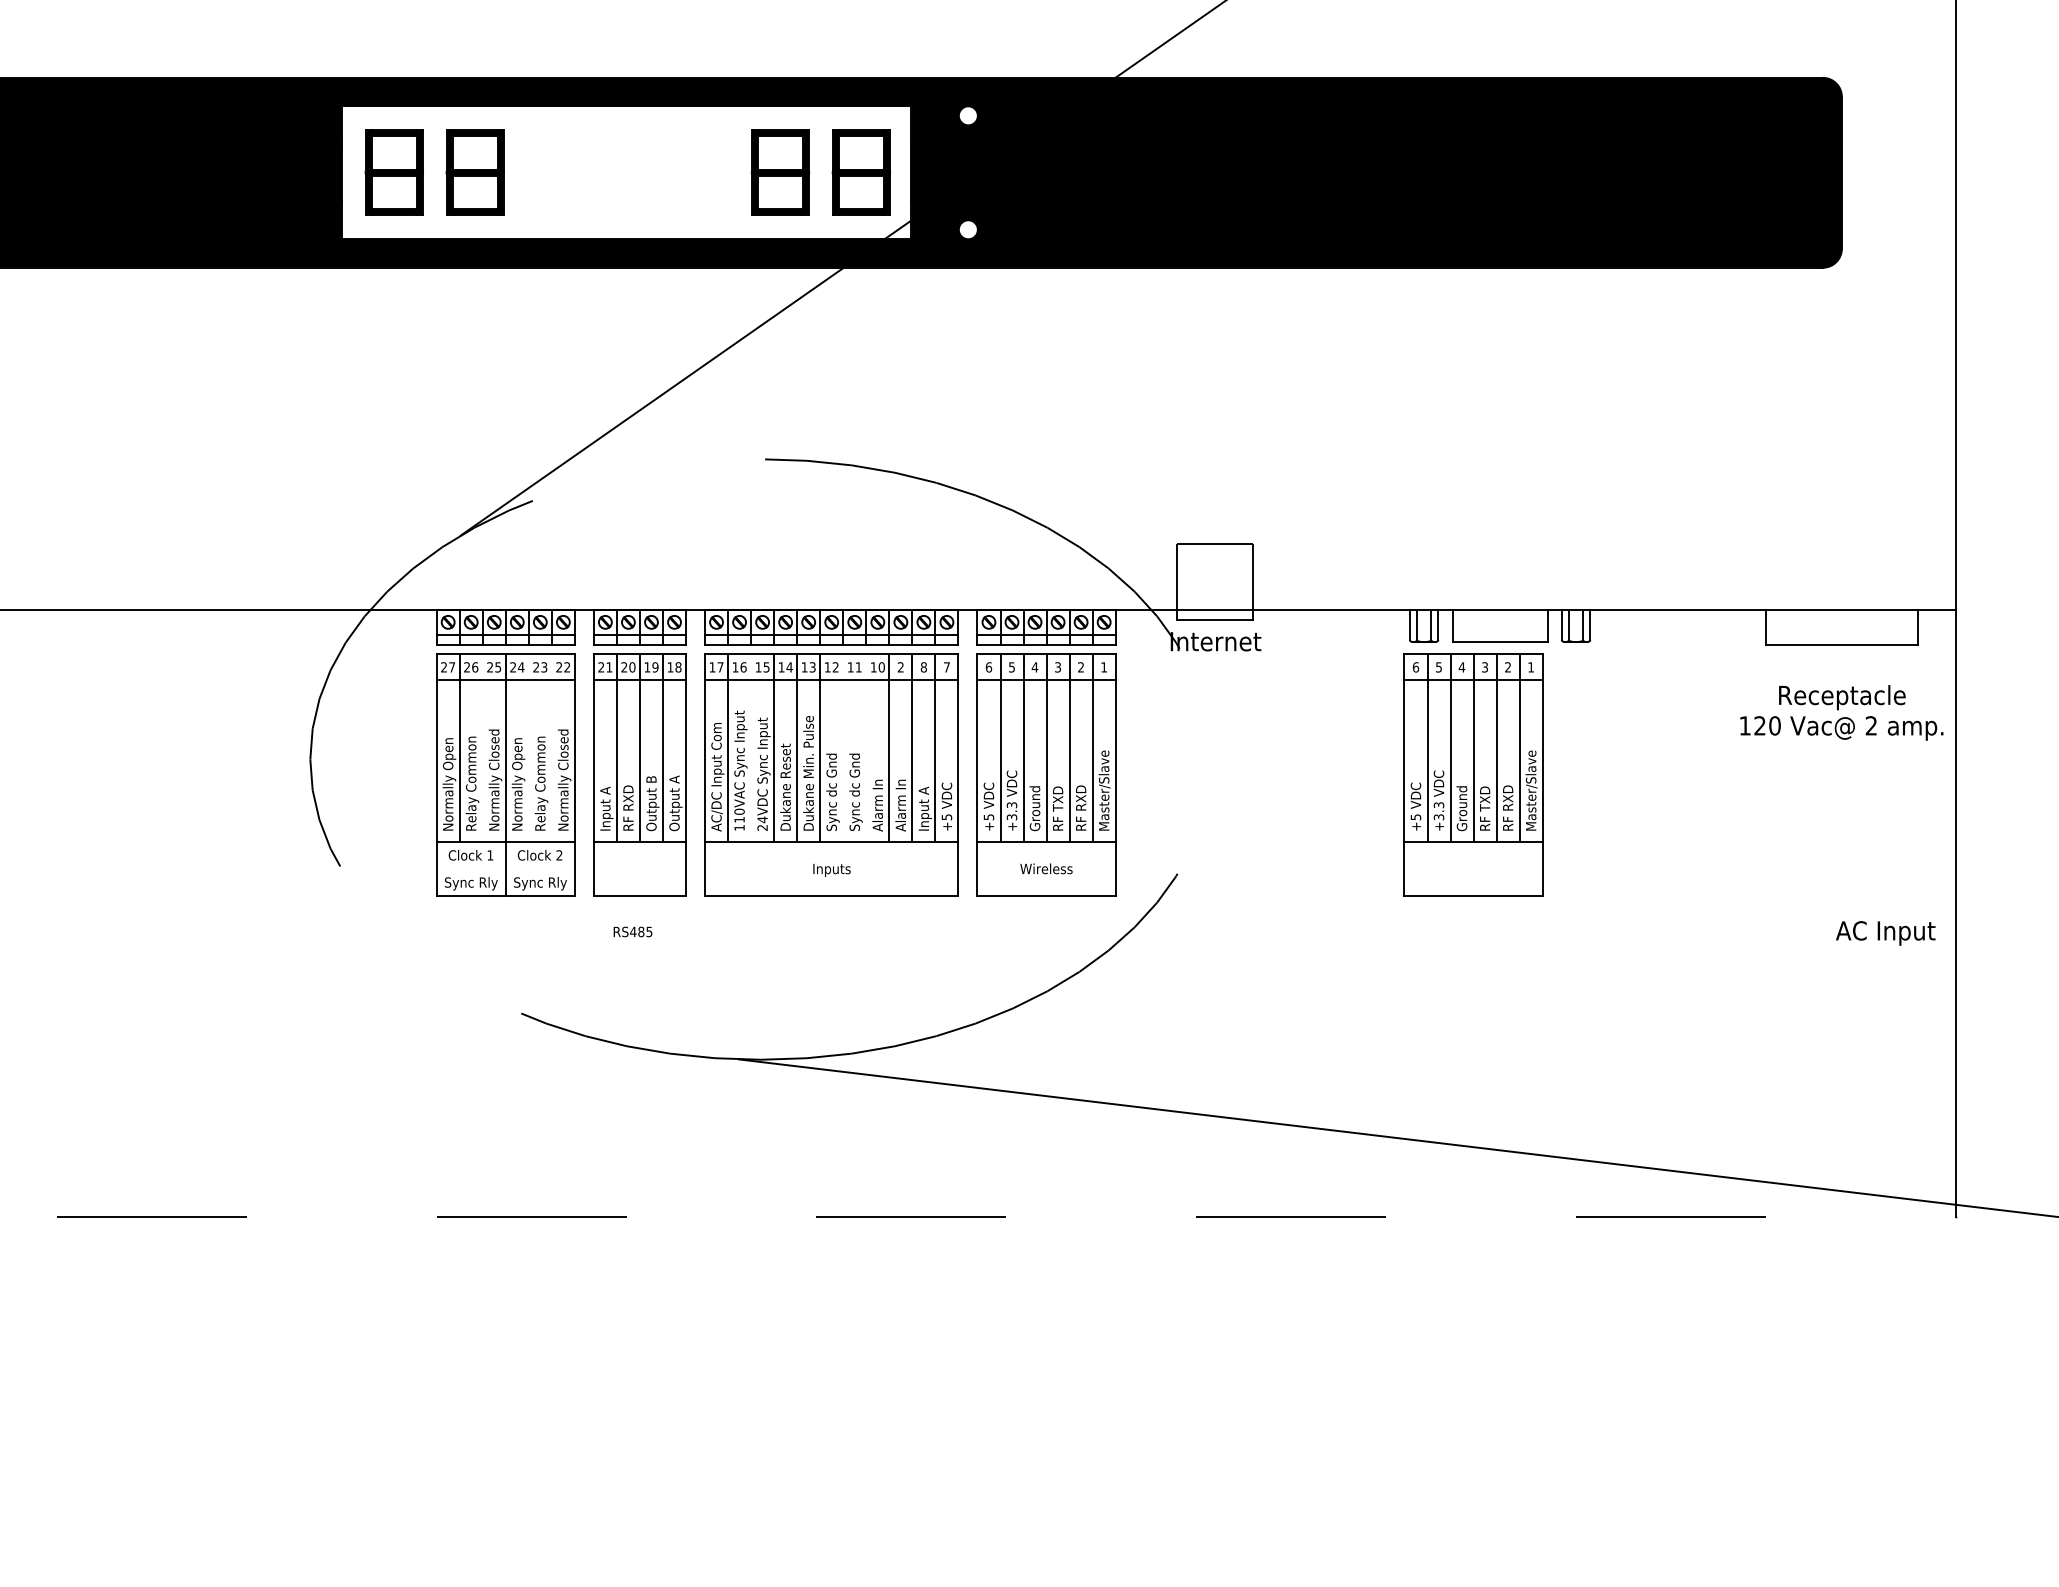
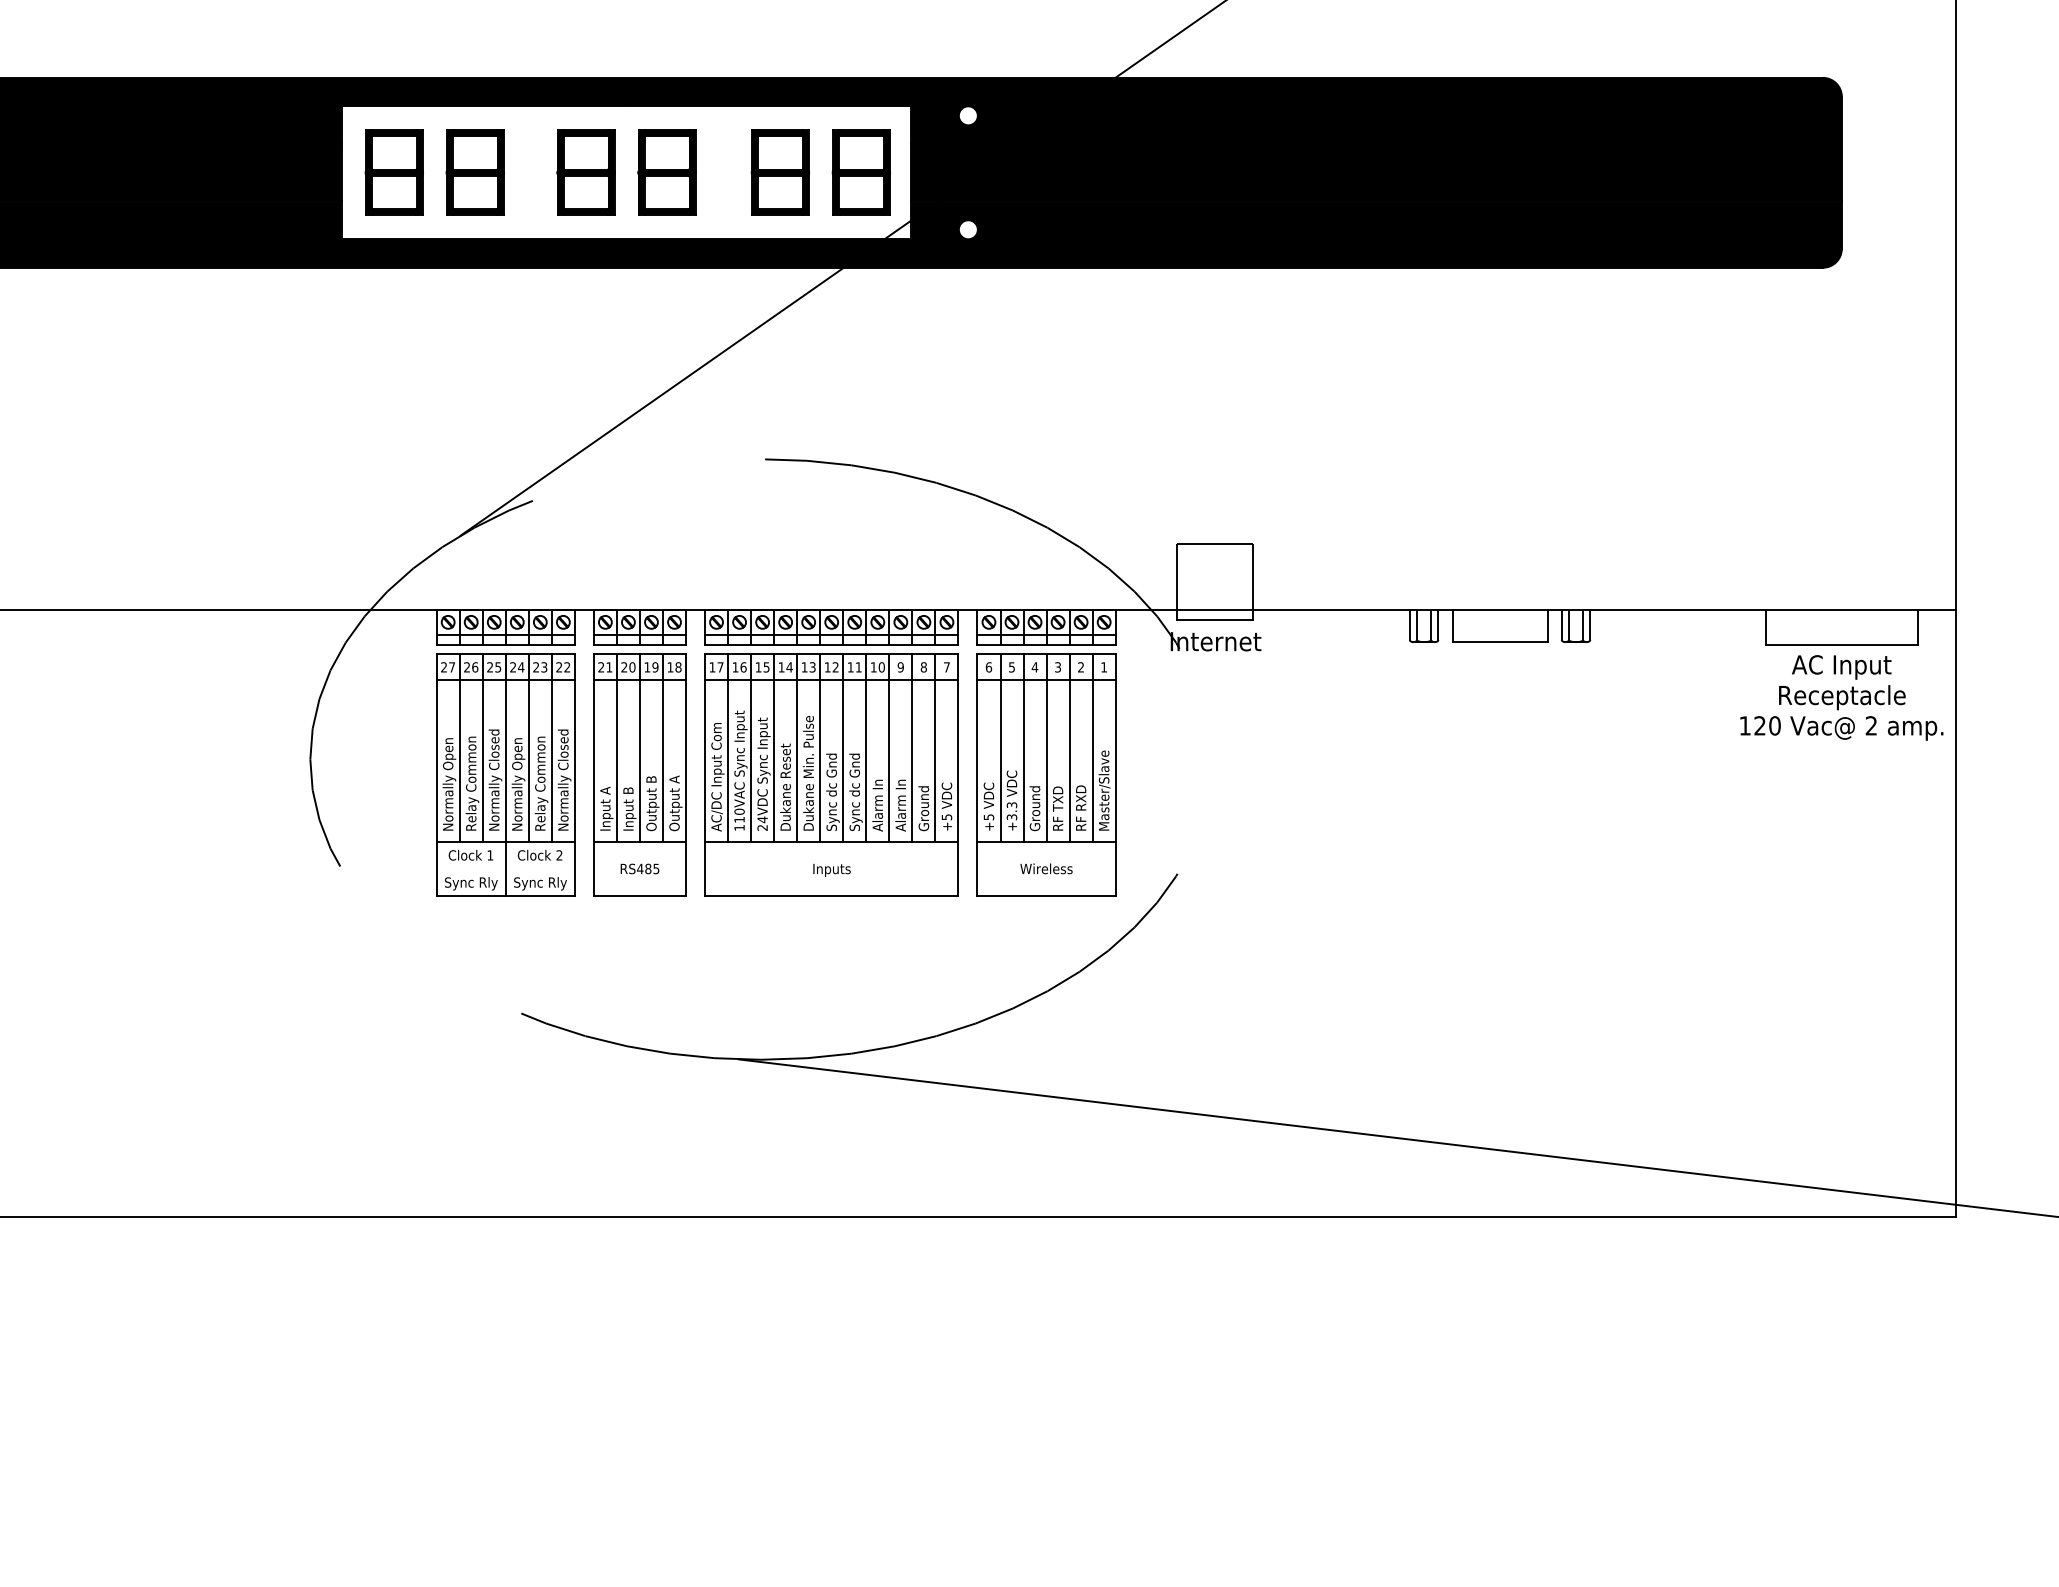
part at (585, 172): none -> present
part at (666, 172): none -> present
text at (900, 667): 2 -> 9
line at (482, 747): none -> present
line at (528, 747): none -> present
line at (551, 747): none -> present
line at (751, 747): none -> present
line at (843, 747): none -> present
line at (866, 747): none -> present
part at (1473, 774): present -> none
text at (629, 807): RF RXD -> Input B
text at (924, 808): Input A -> Ground
text at (632, 931) position: (632, 931) -> (639, 868)
text at (1885, 933) position: (1885, 933) -> (1841, 667)
line at (977, 1217): dashed -> solid
